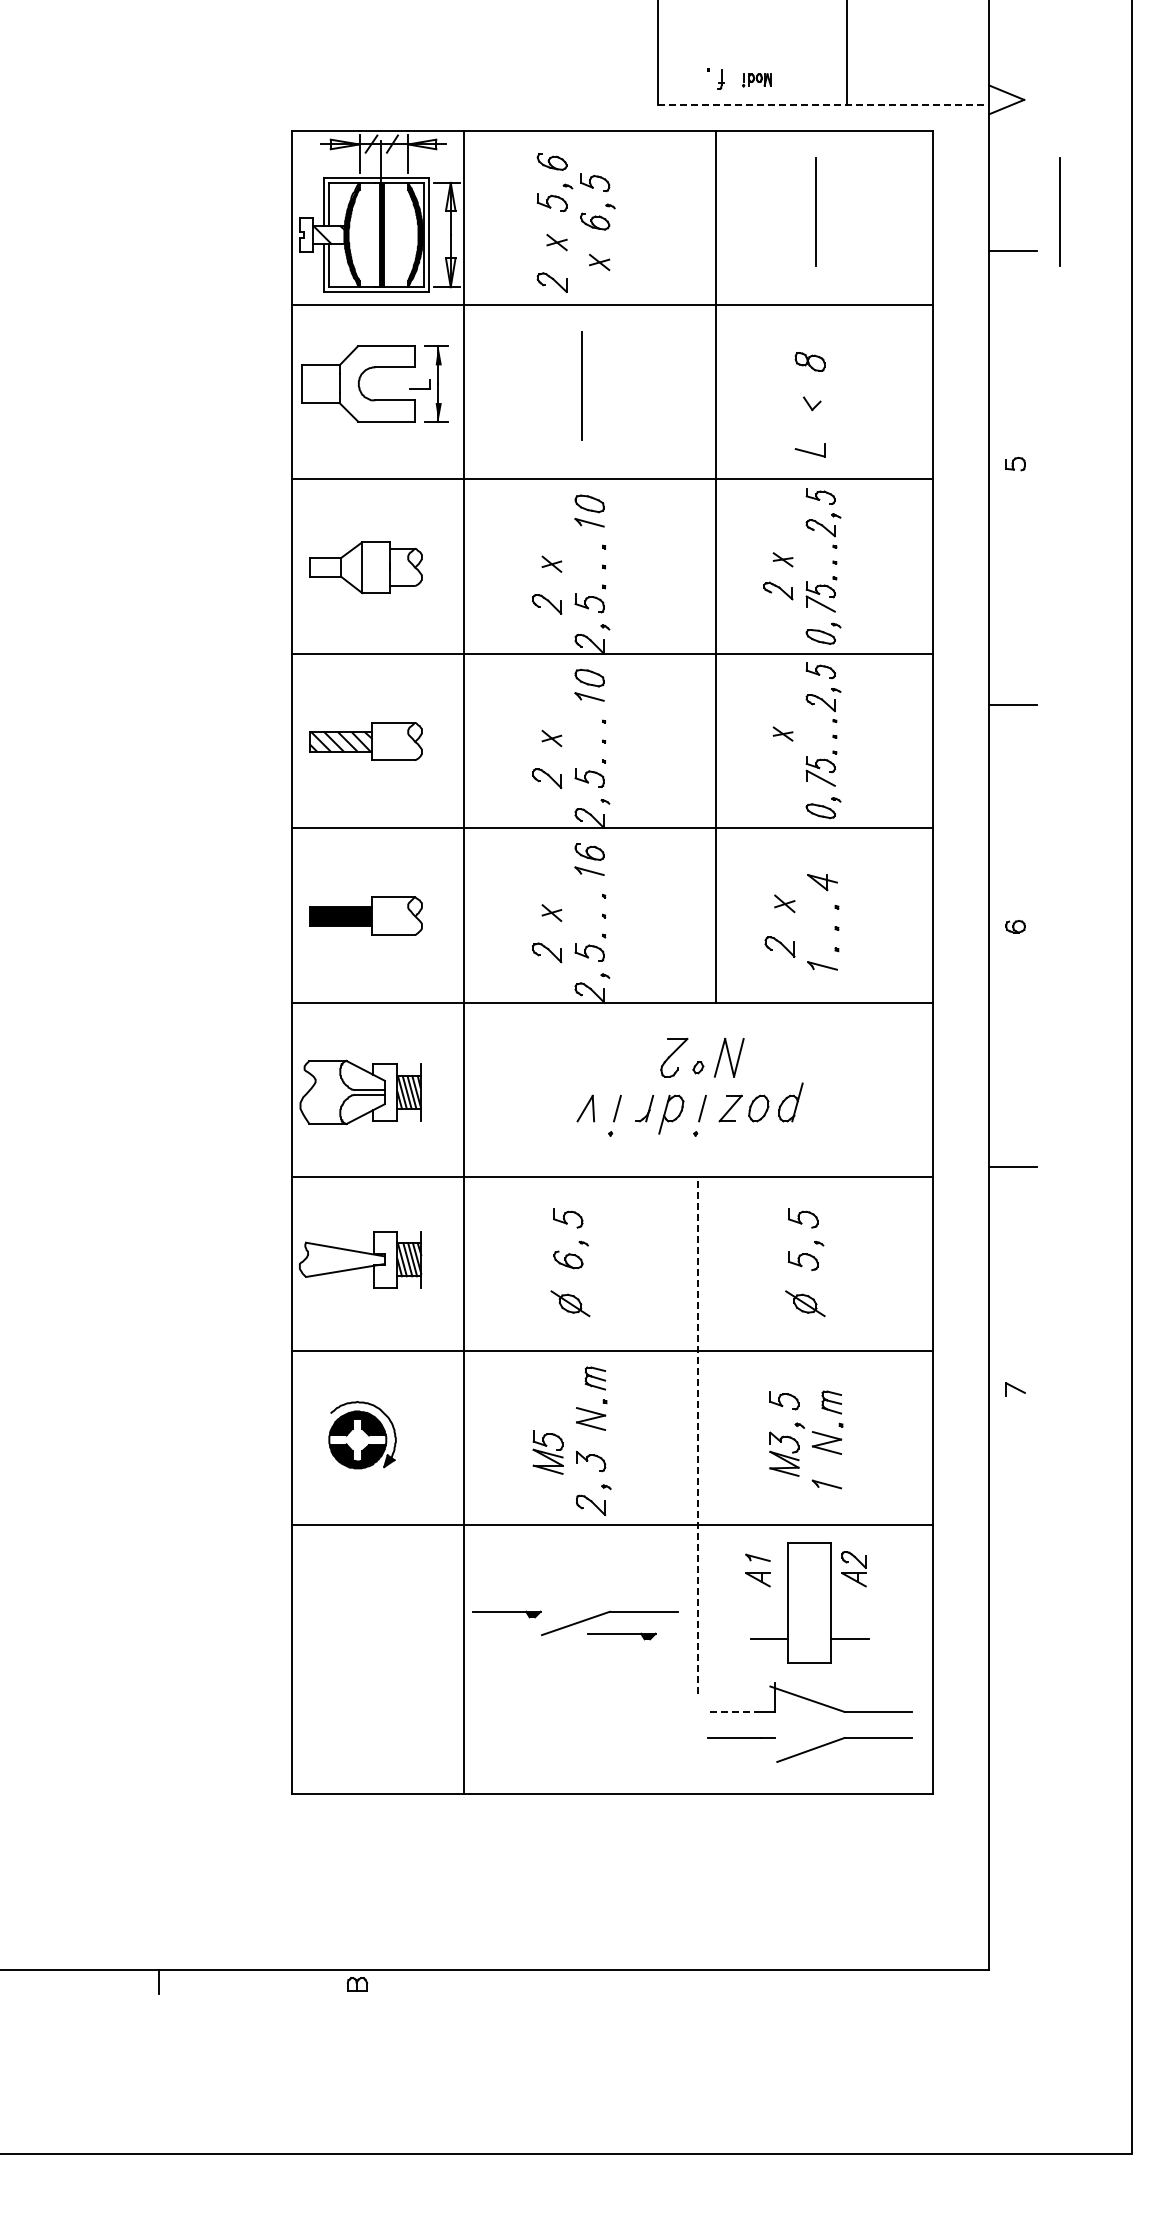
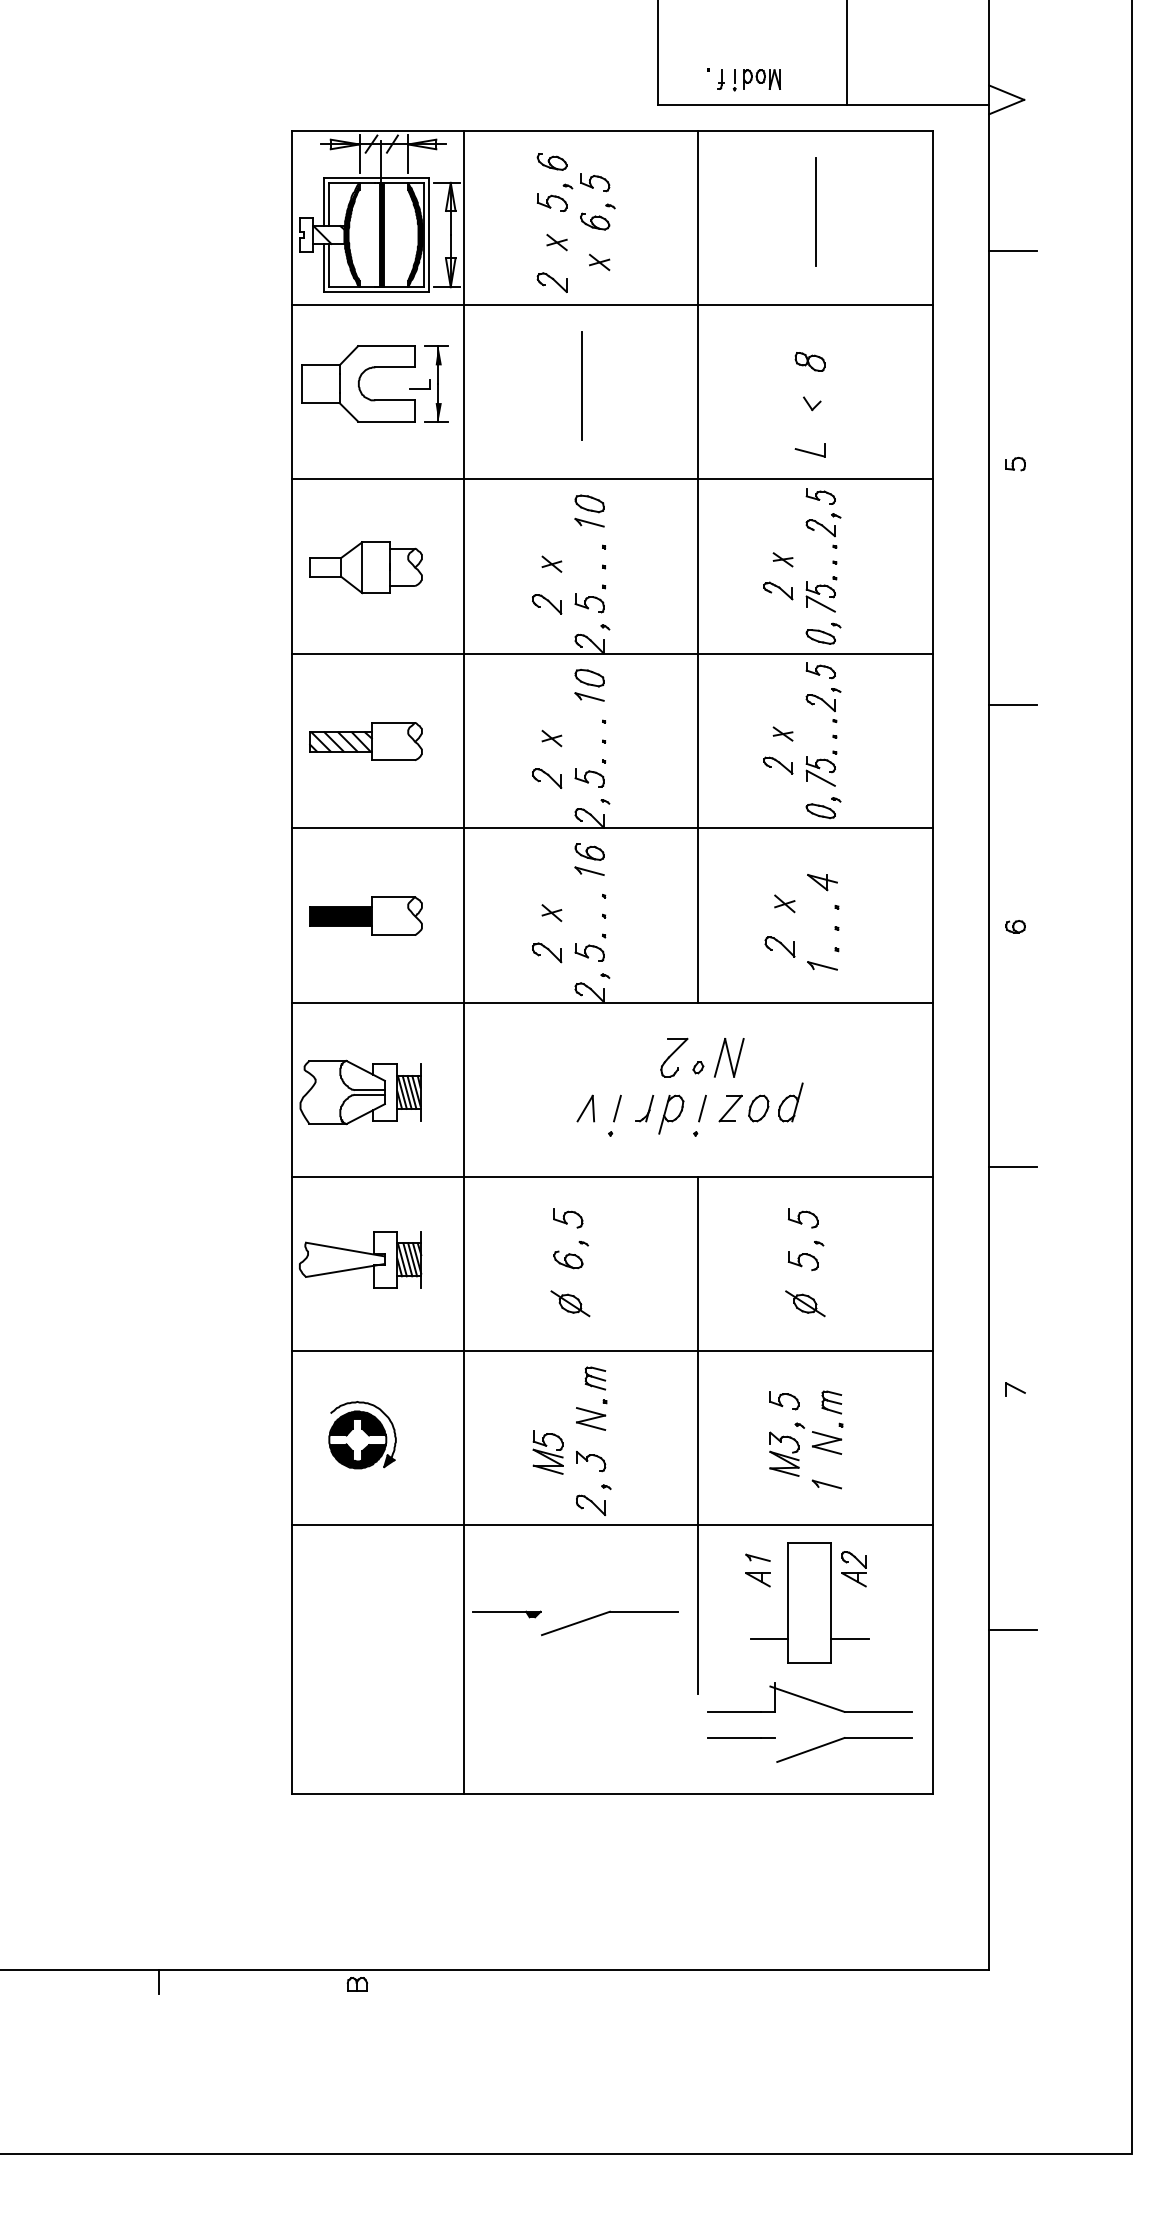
part at (756, 80) size: 30x15 px -> 48x23 px
line at (823, 104): dashed -> solid
line at (1059, 211): present -> none
line at (716, 566) position: (716, 566) -> (698, 566)
part at (778, 765): none -> present
line at (698, 1435): dashed -> solid
line at (1012, 1630): none -> present
part at (621, 1636): present -> none
line at (733, 1711): dashed -> solid
